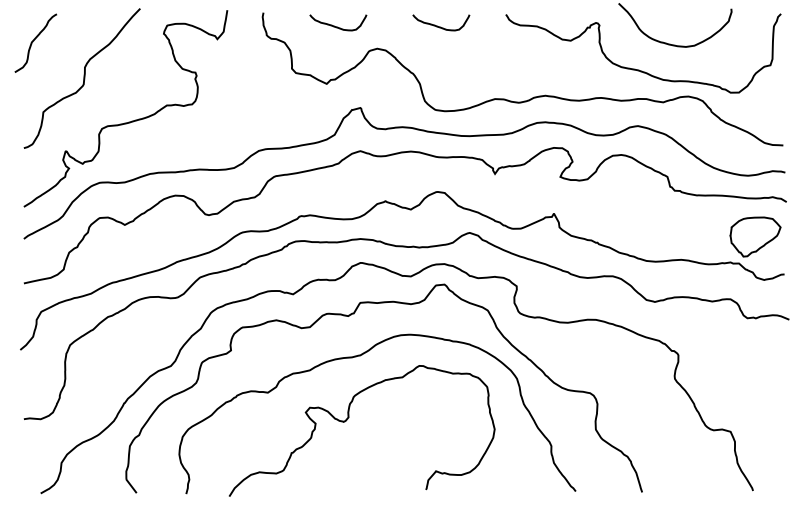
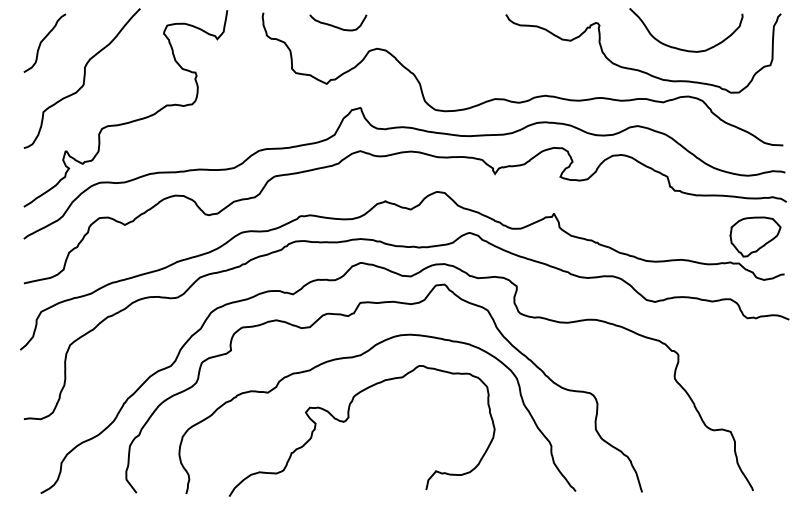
curve at (440, 26): present -> none
curve at (33, 42) position: (33, 42) -> (42, 42)
curve at (670, 43) position: (670, 43) -> (681, 48)
